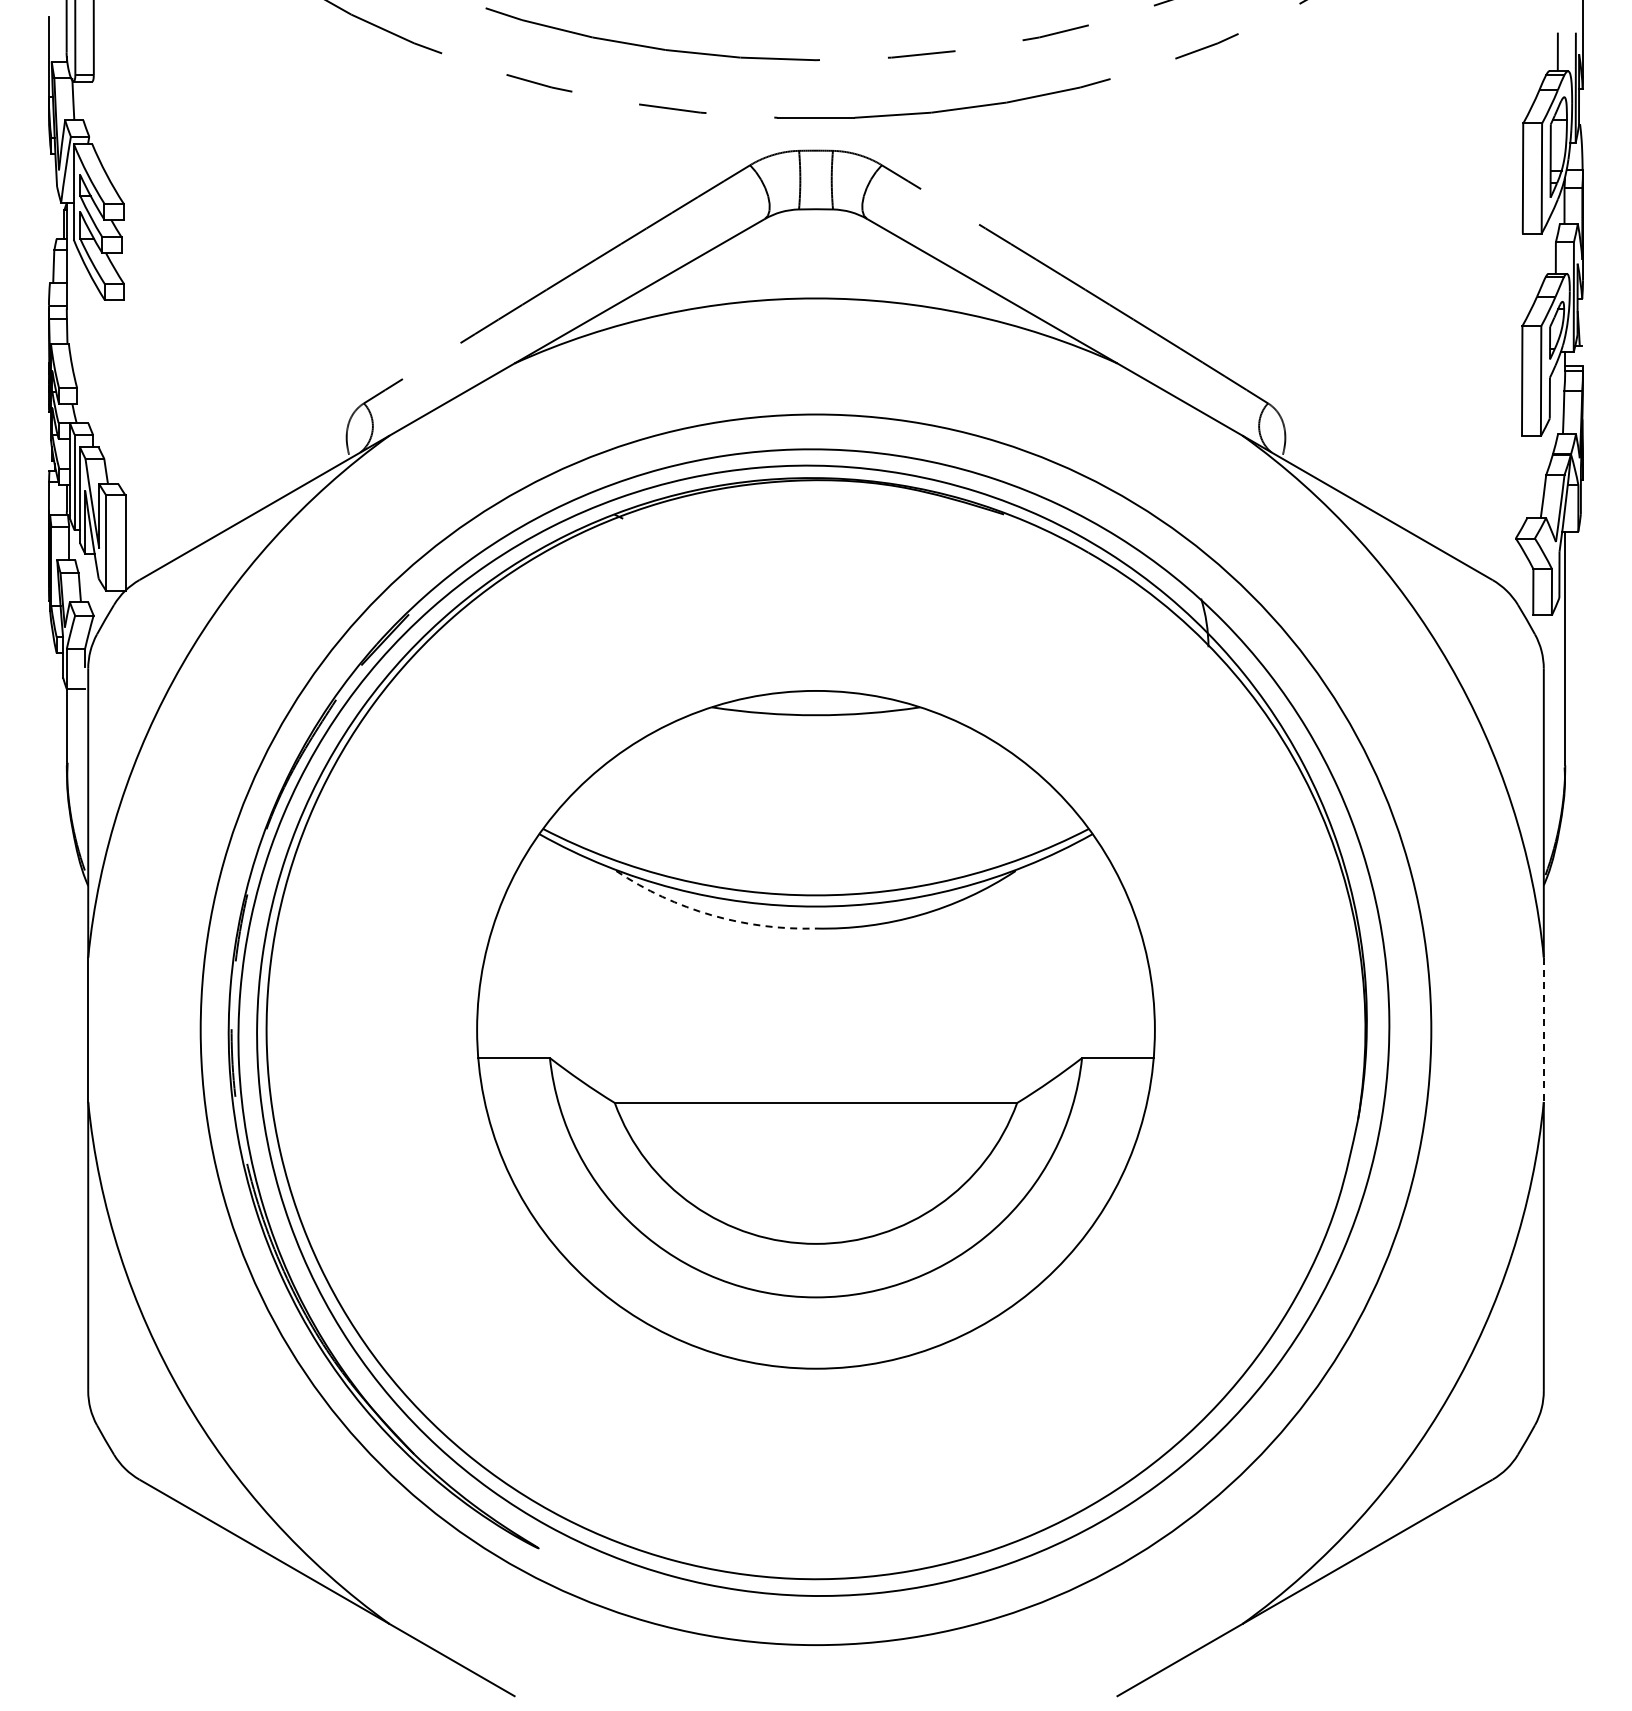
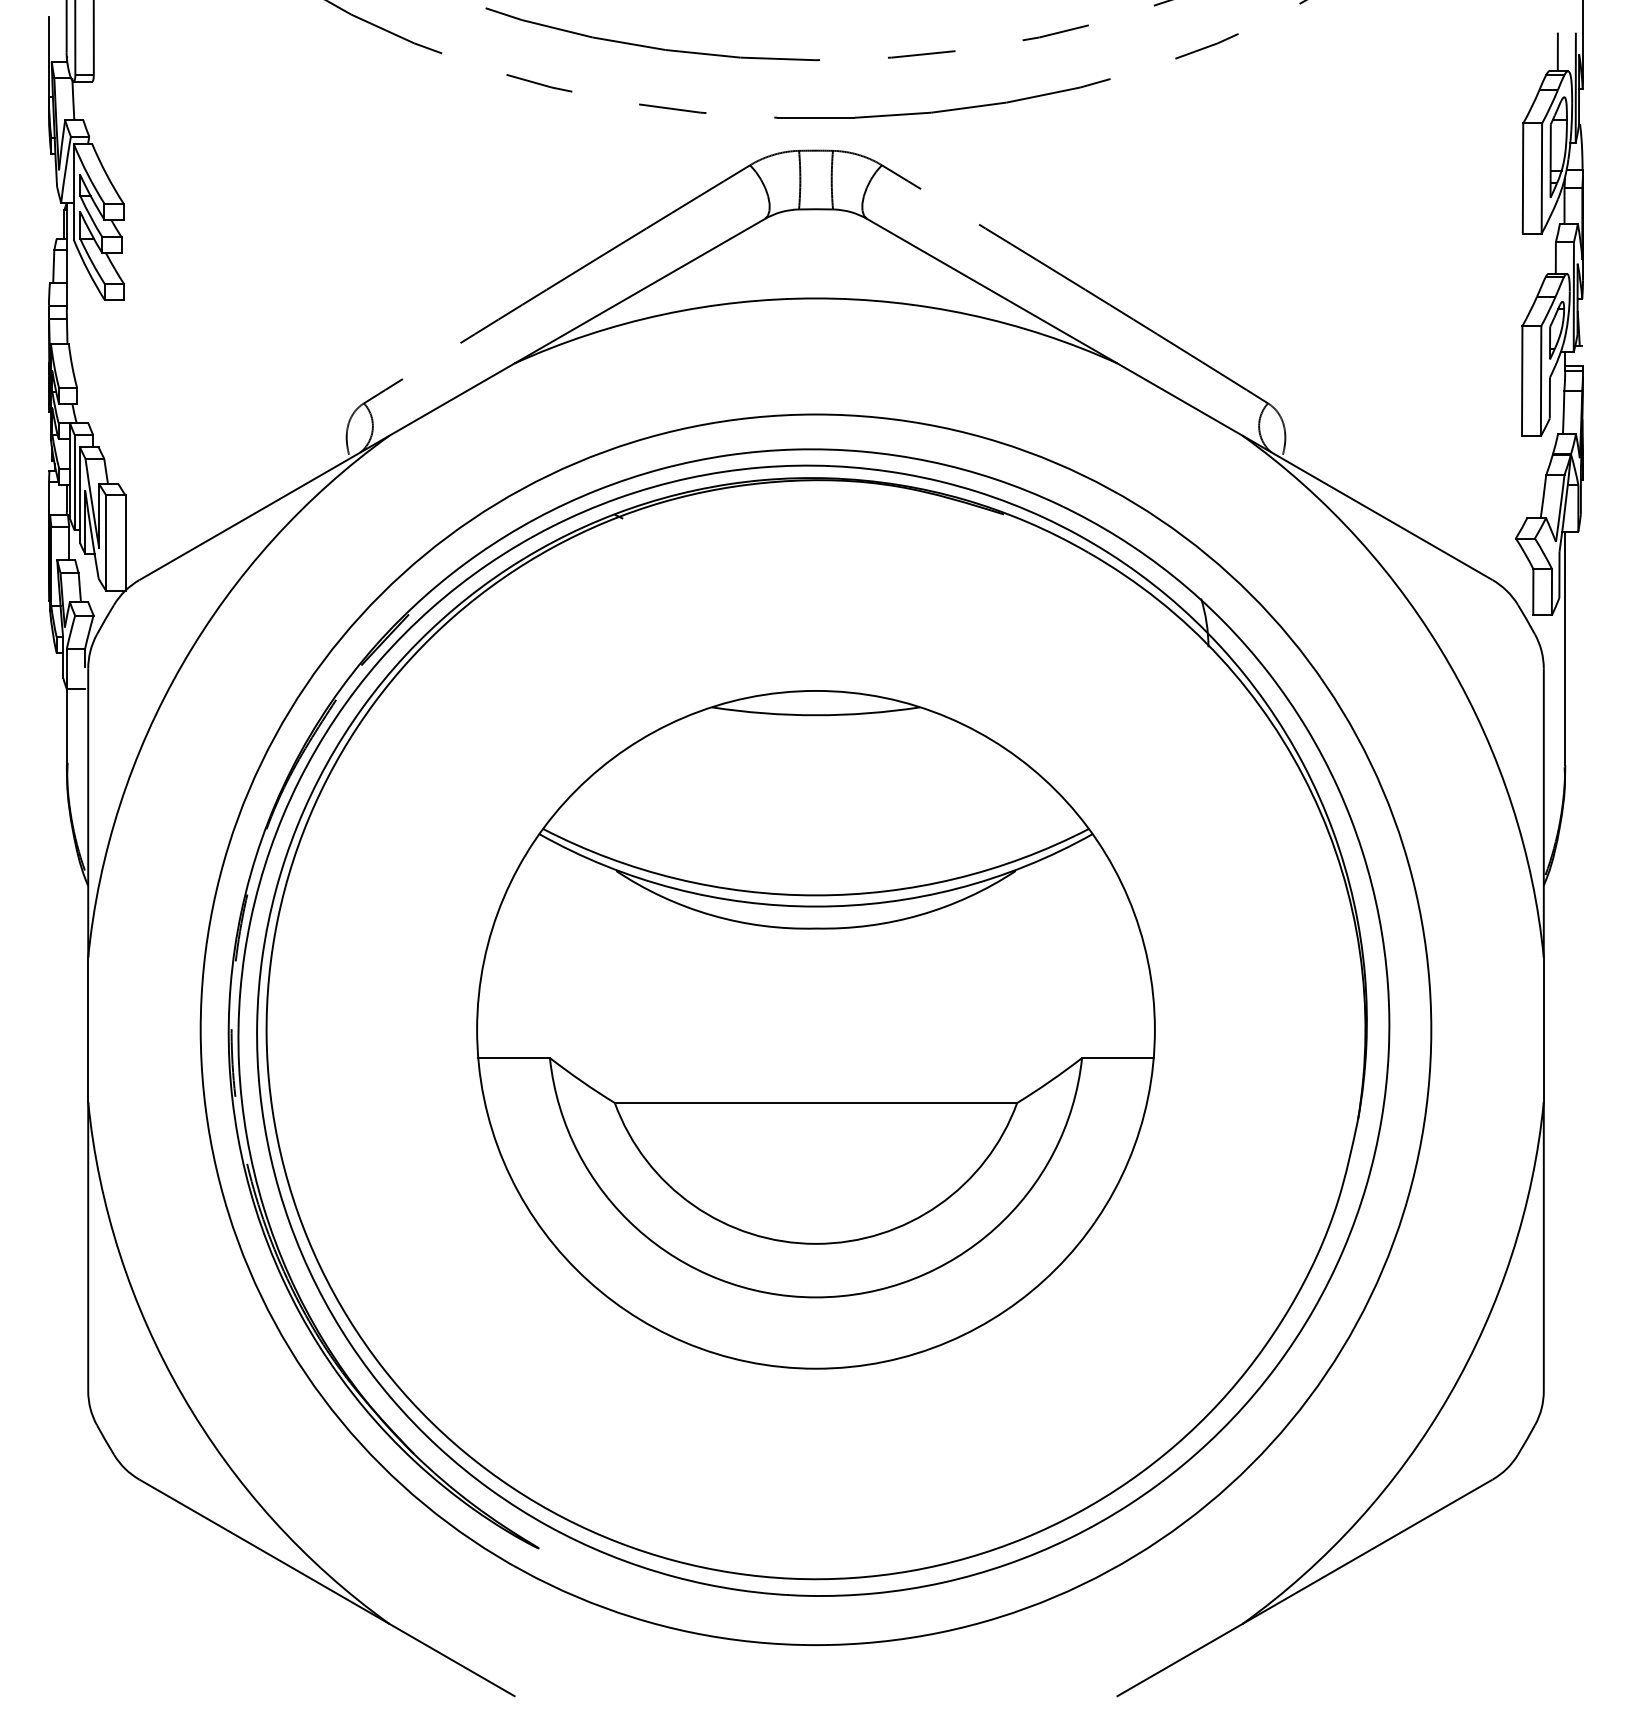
arc at (711, 915): dashed -> solid
line at (1543, 1030): dashed -> solid
